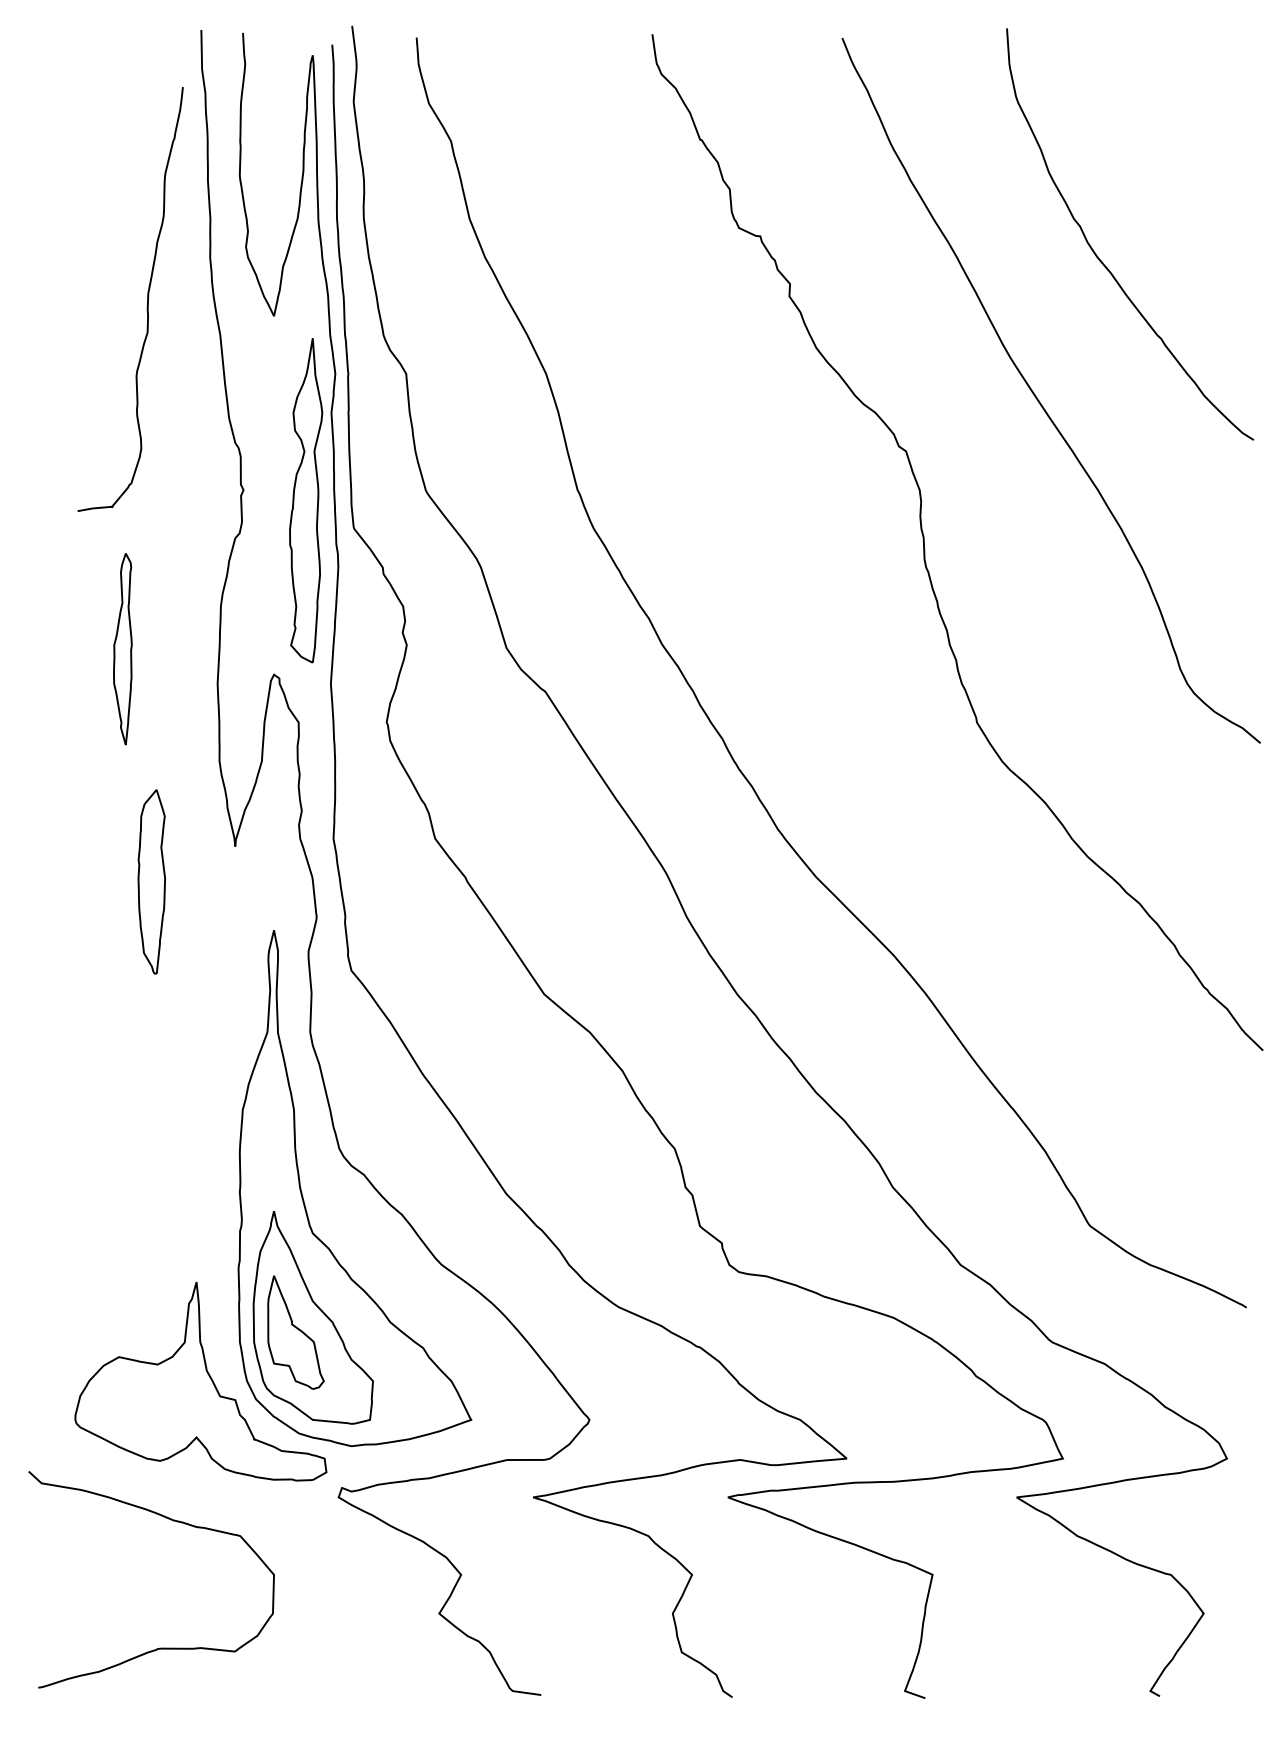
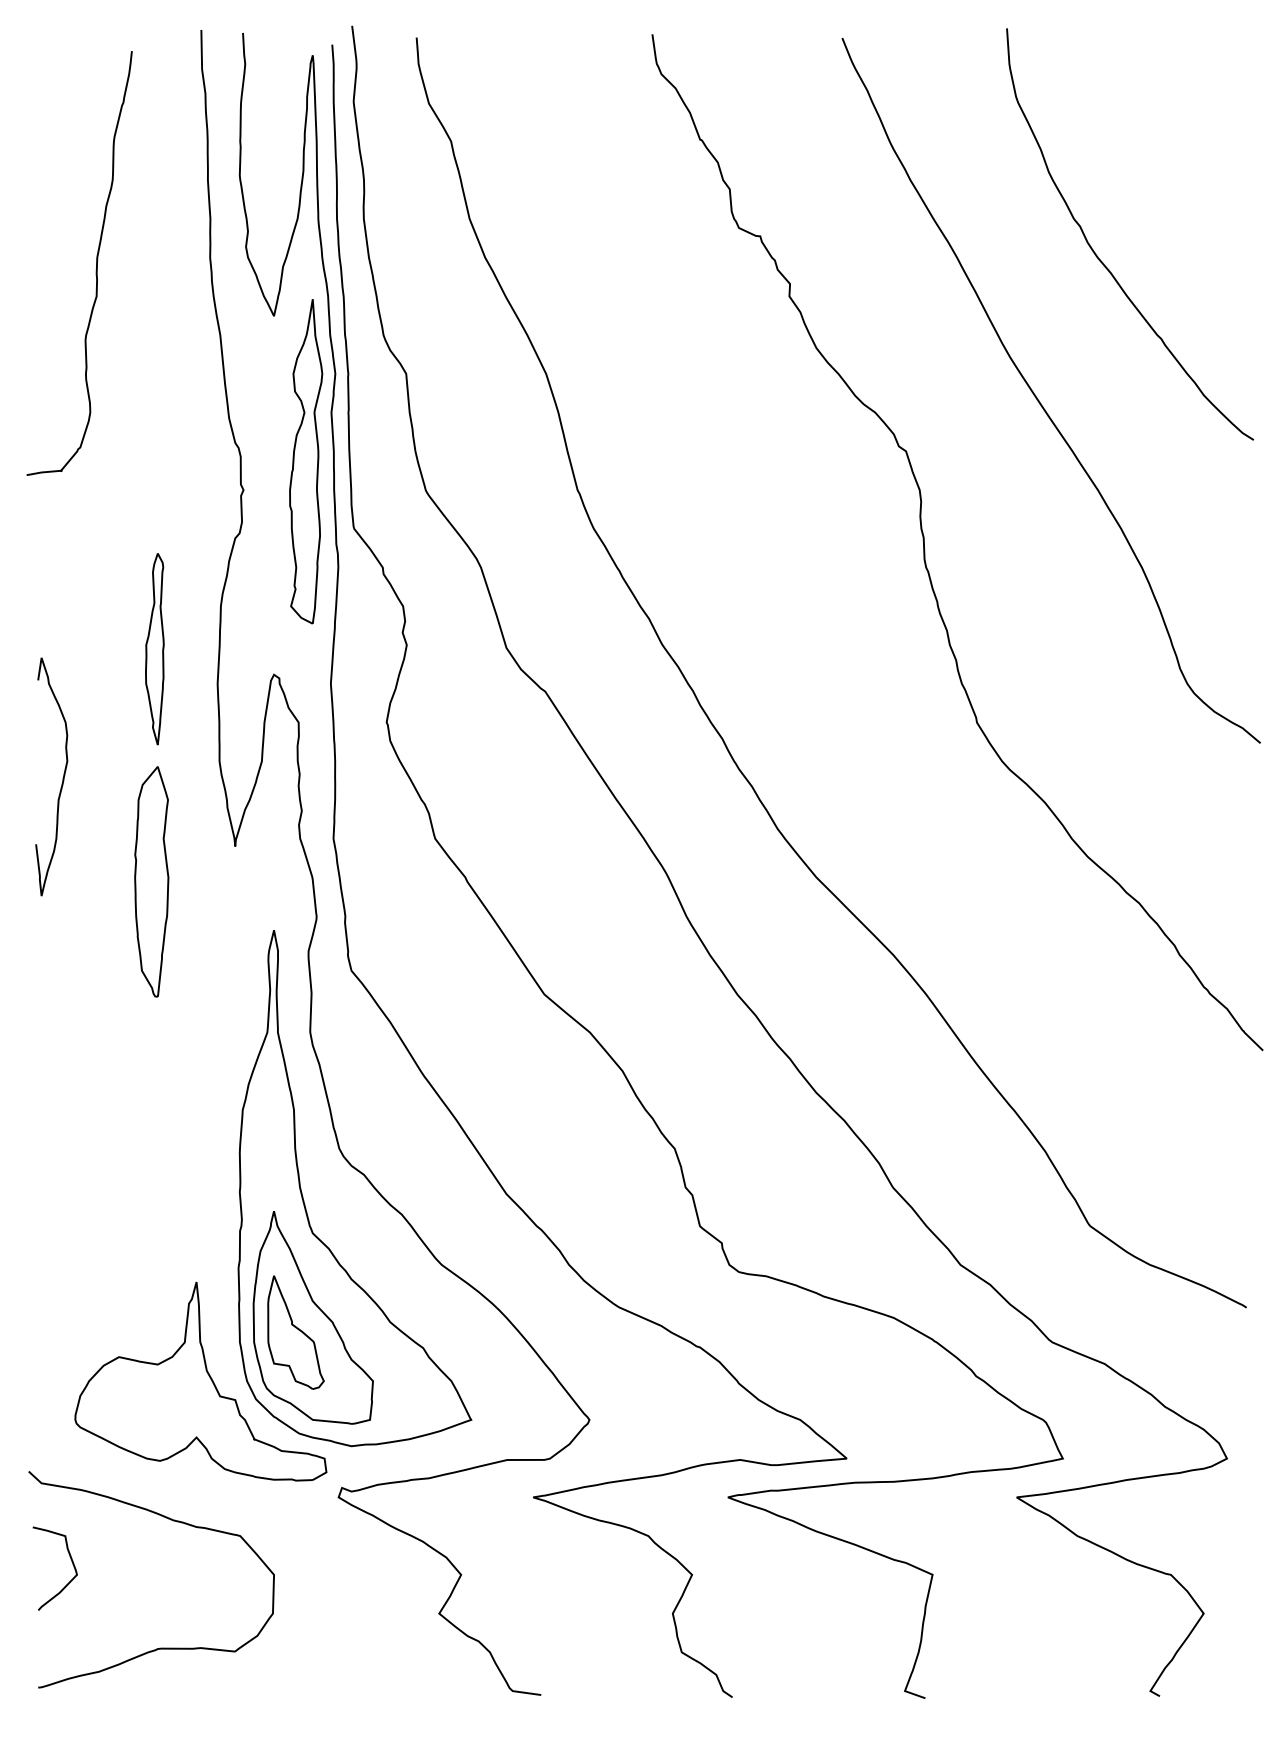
curve at (147, 299) position: (147, 299) -> (96, 263)
part at (306, 500) position: (306, 500) -> (306, 461)
part at (122, 649) position: (122, 649) -> (154, 649)
curve at (62, 777): none -> present
part at (151, 881) size: 29x186 px -> 36x232 px
curve at (71, 1562): none -> present
